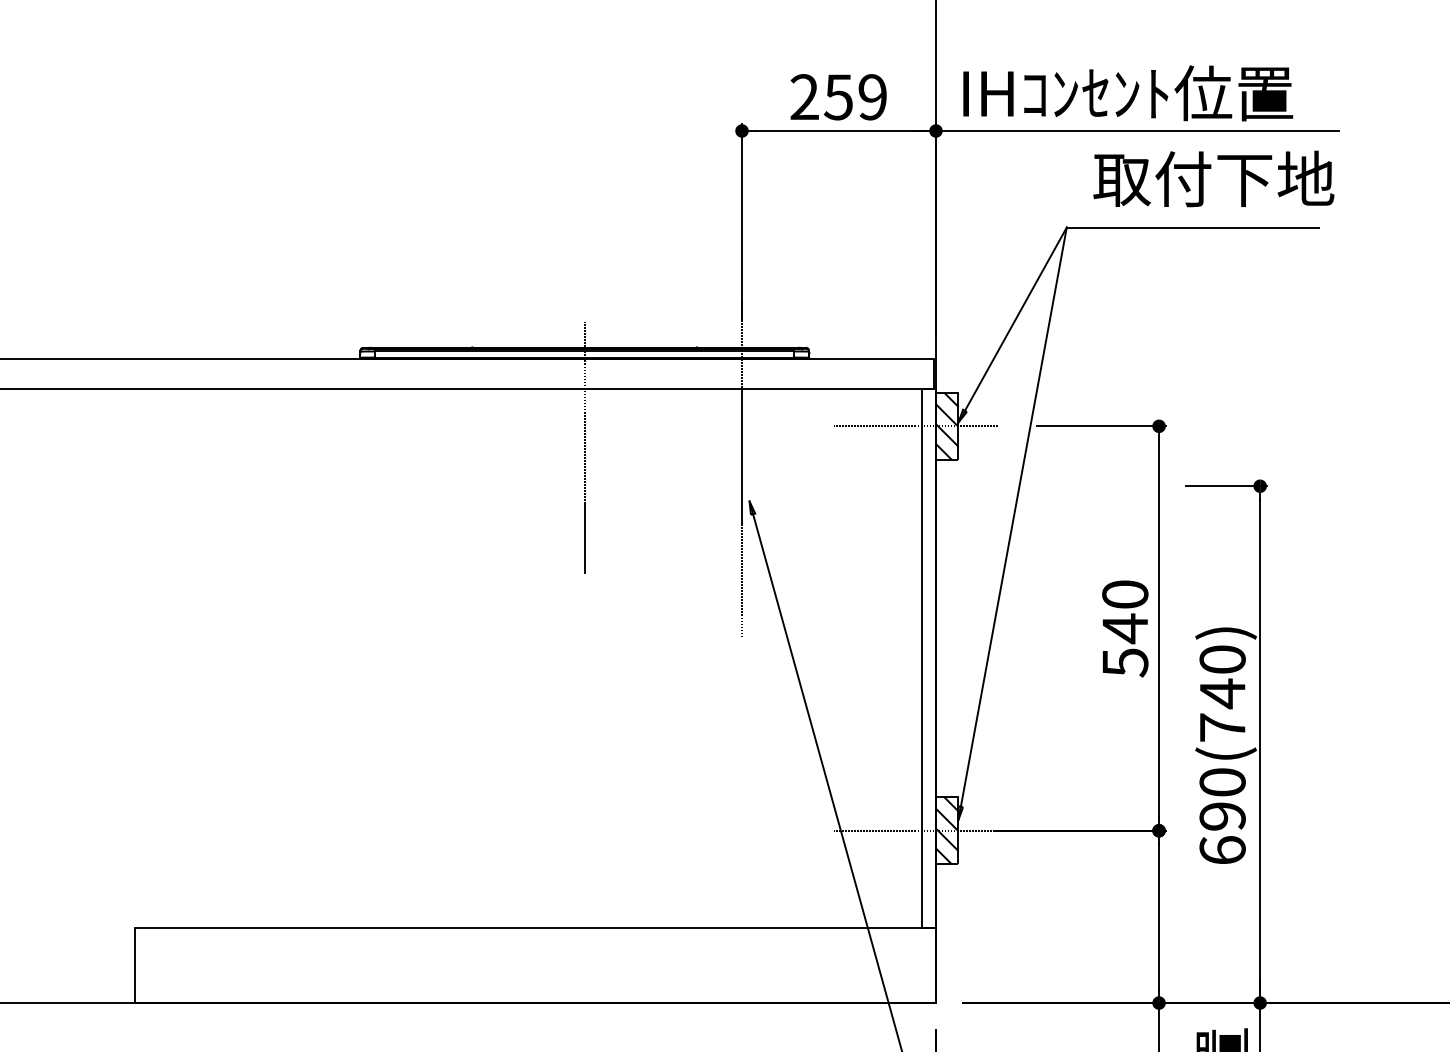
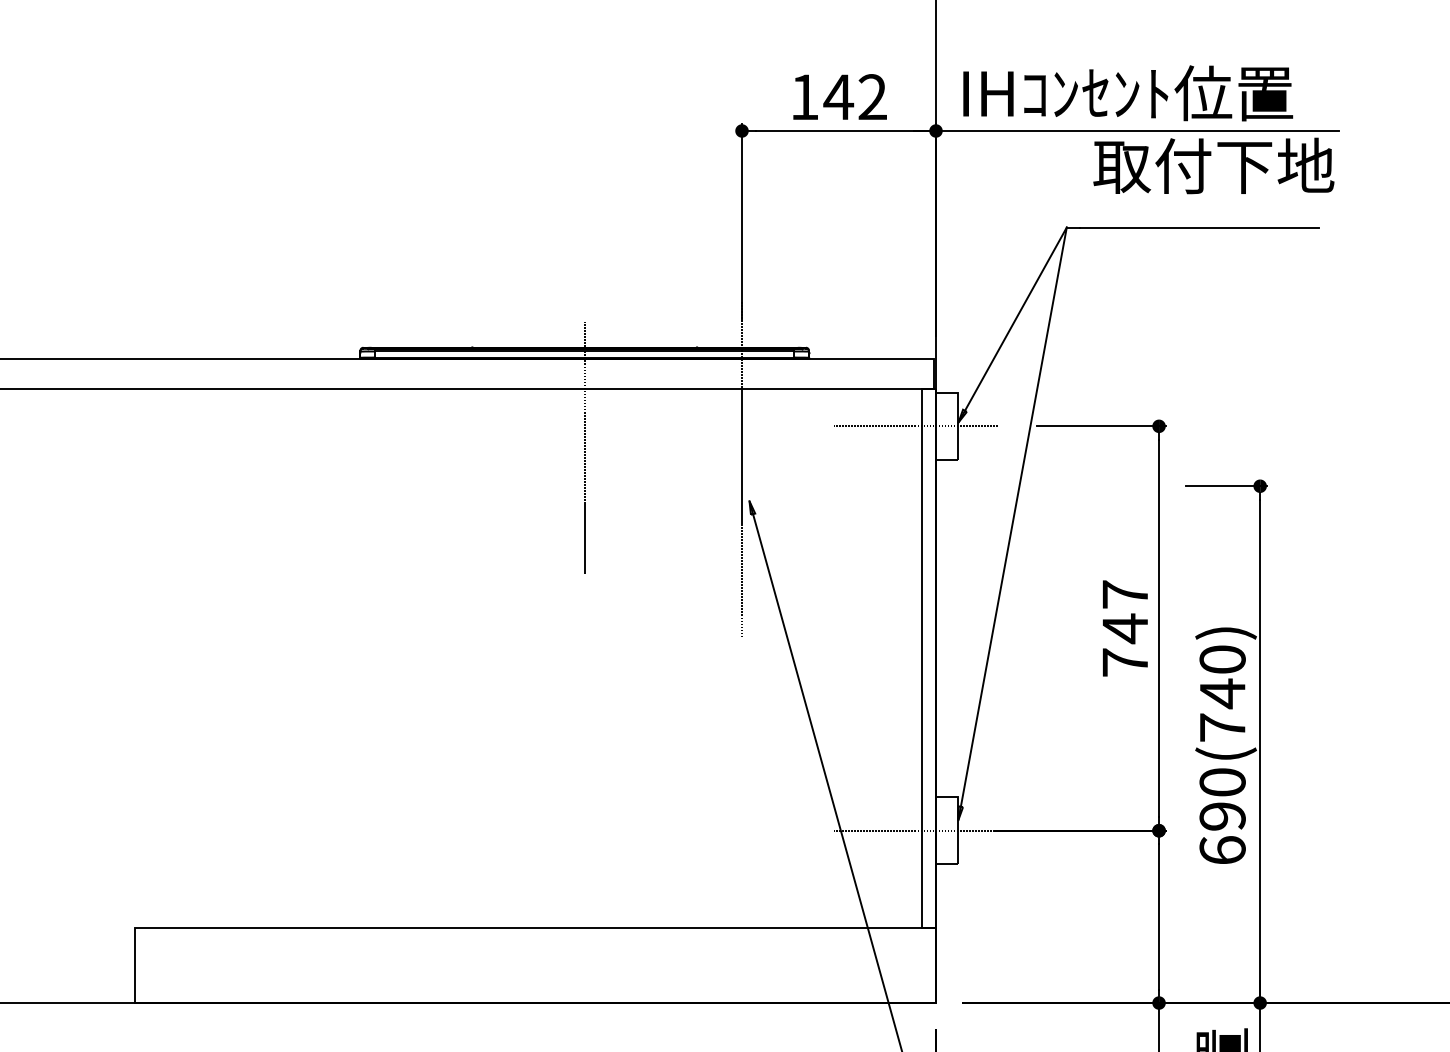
text at (838, 97): 259 -> 142
text at (1213, 178) position: (1213, 178) -> (1213, 165)
hatch at (946, 426): present -> none
text at (1125, 628): 540 -> 747
hatch at (946, 830): present -> none
